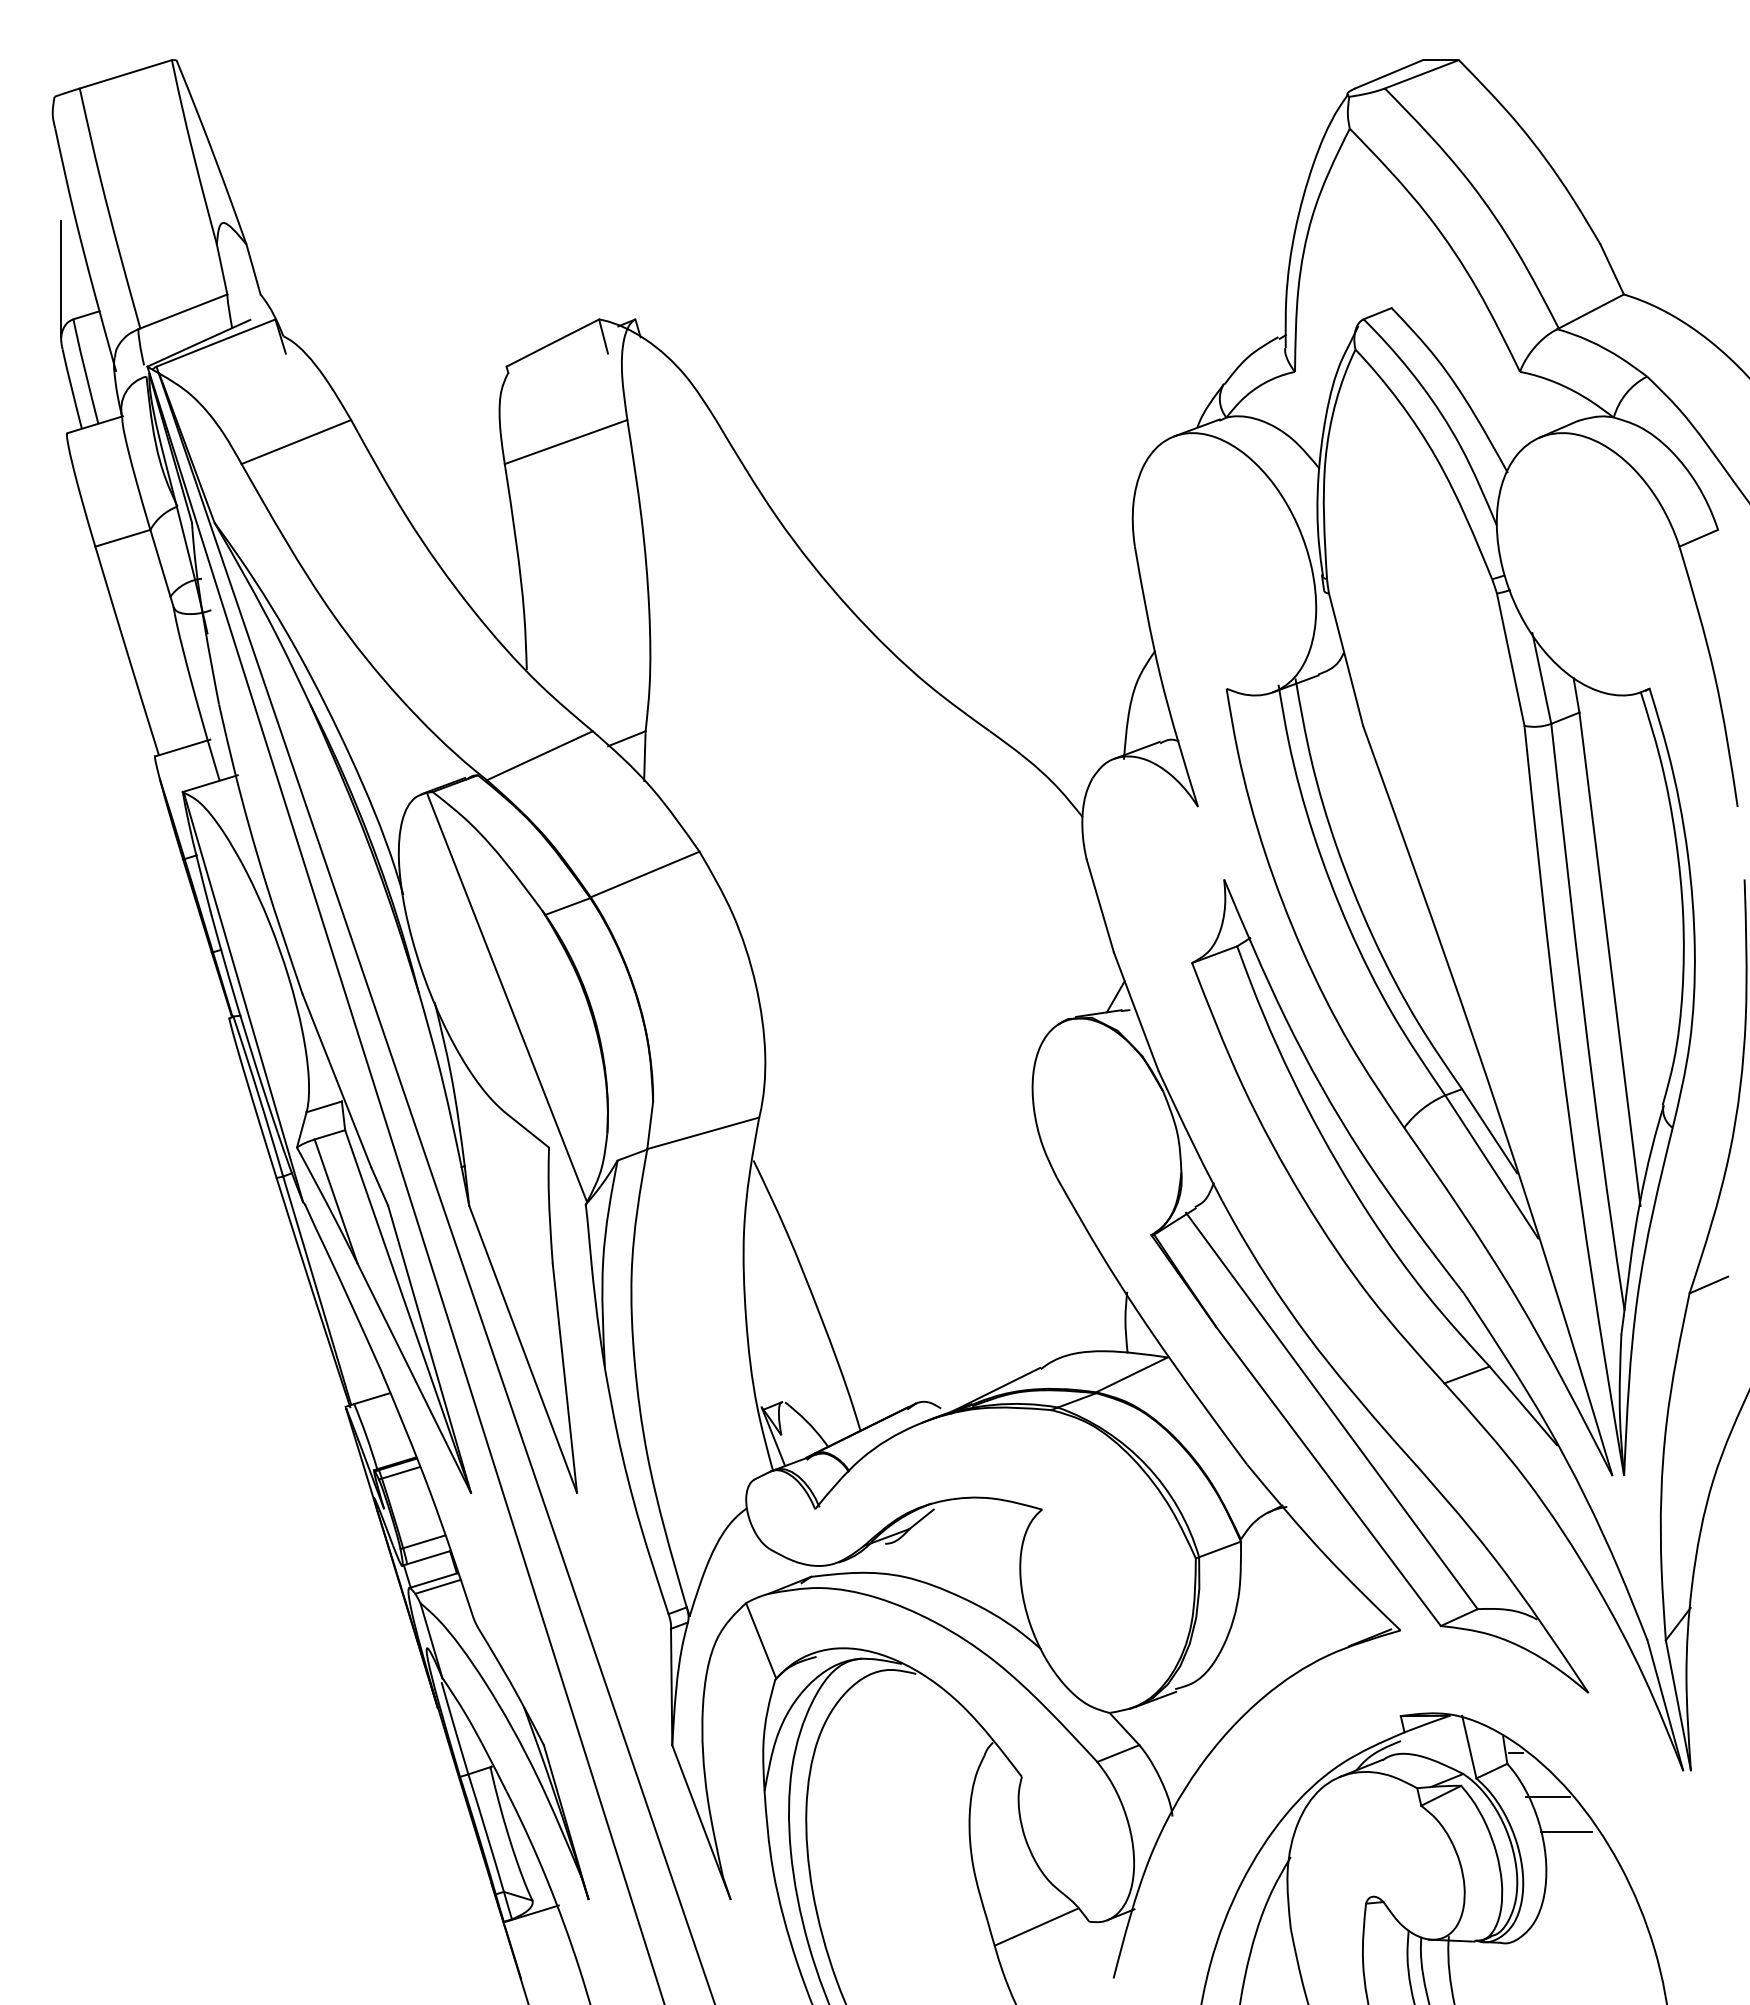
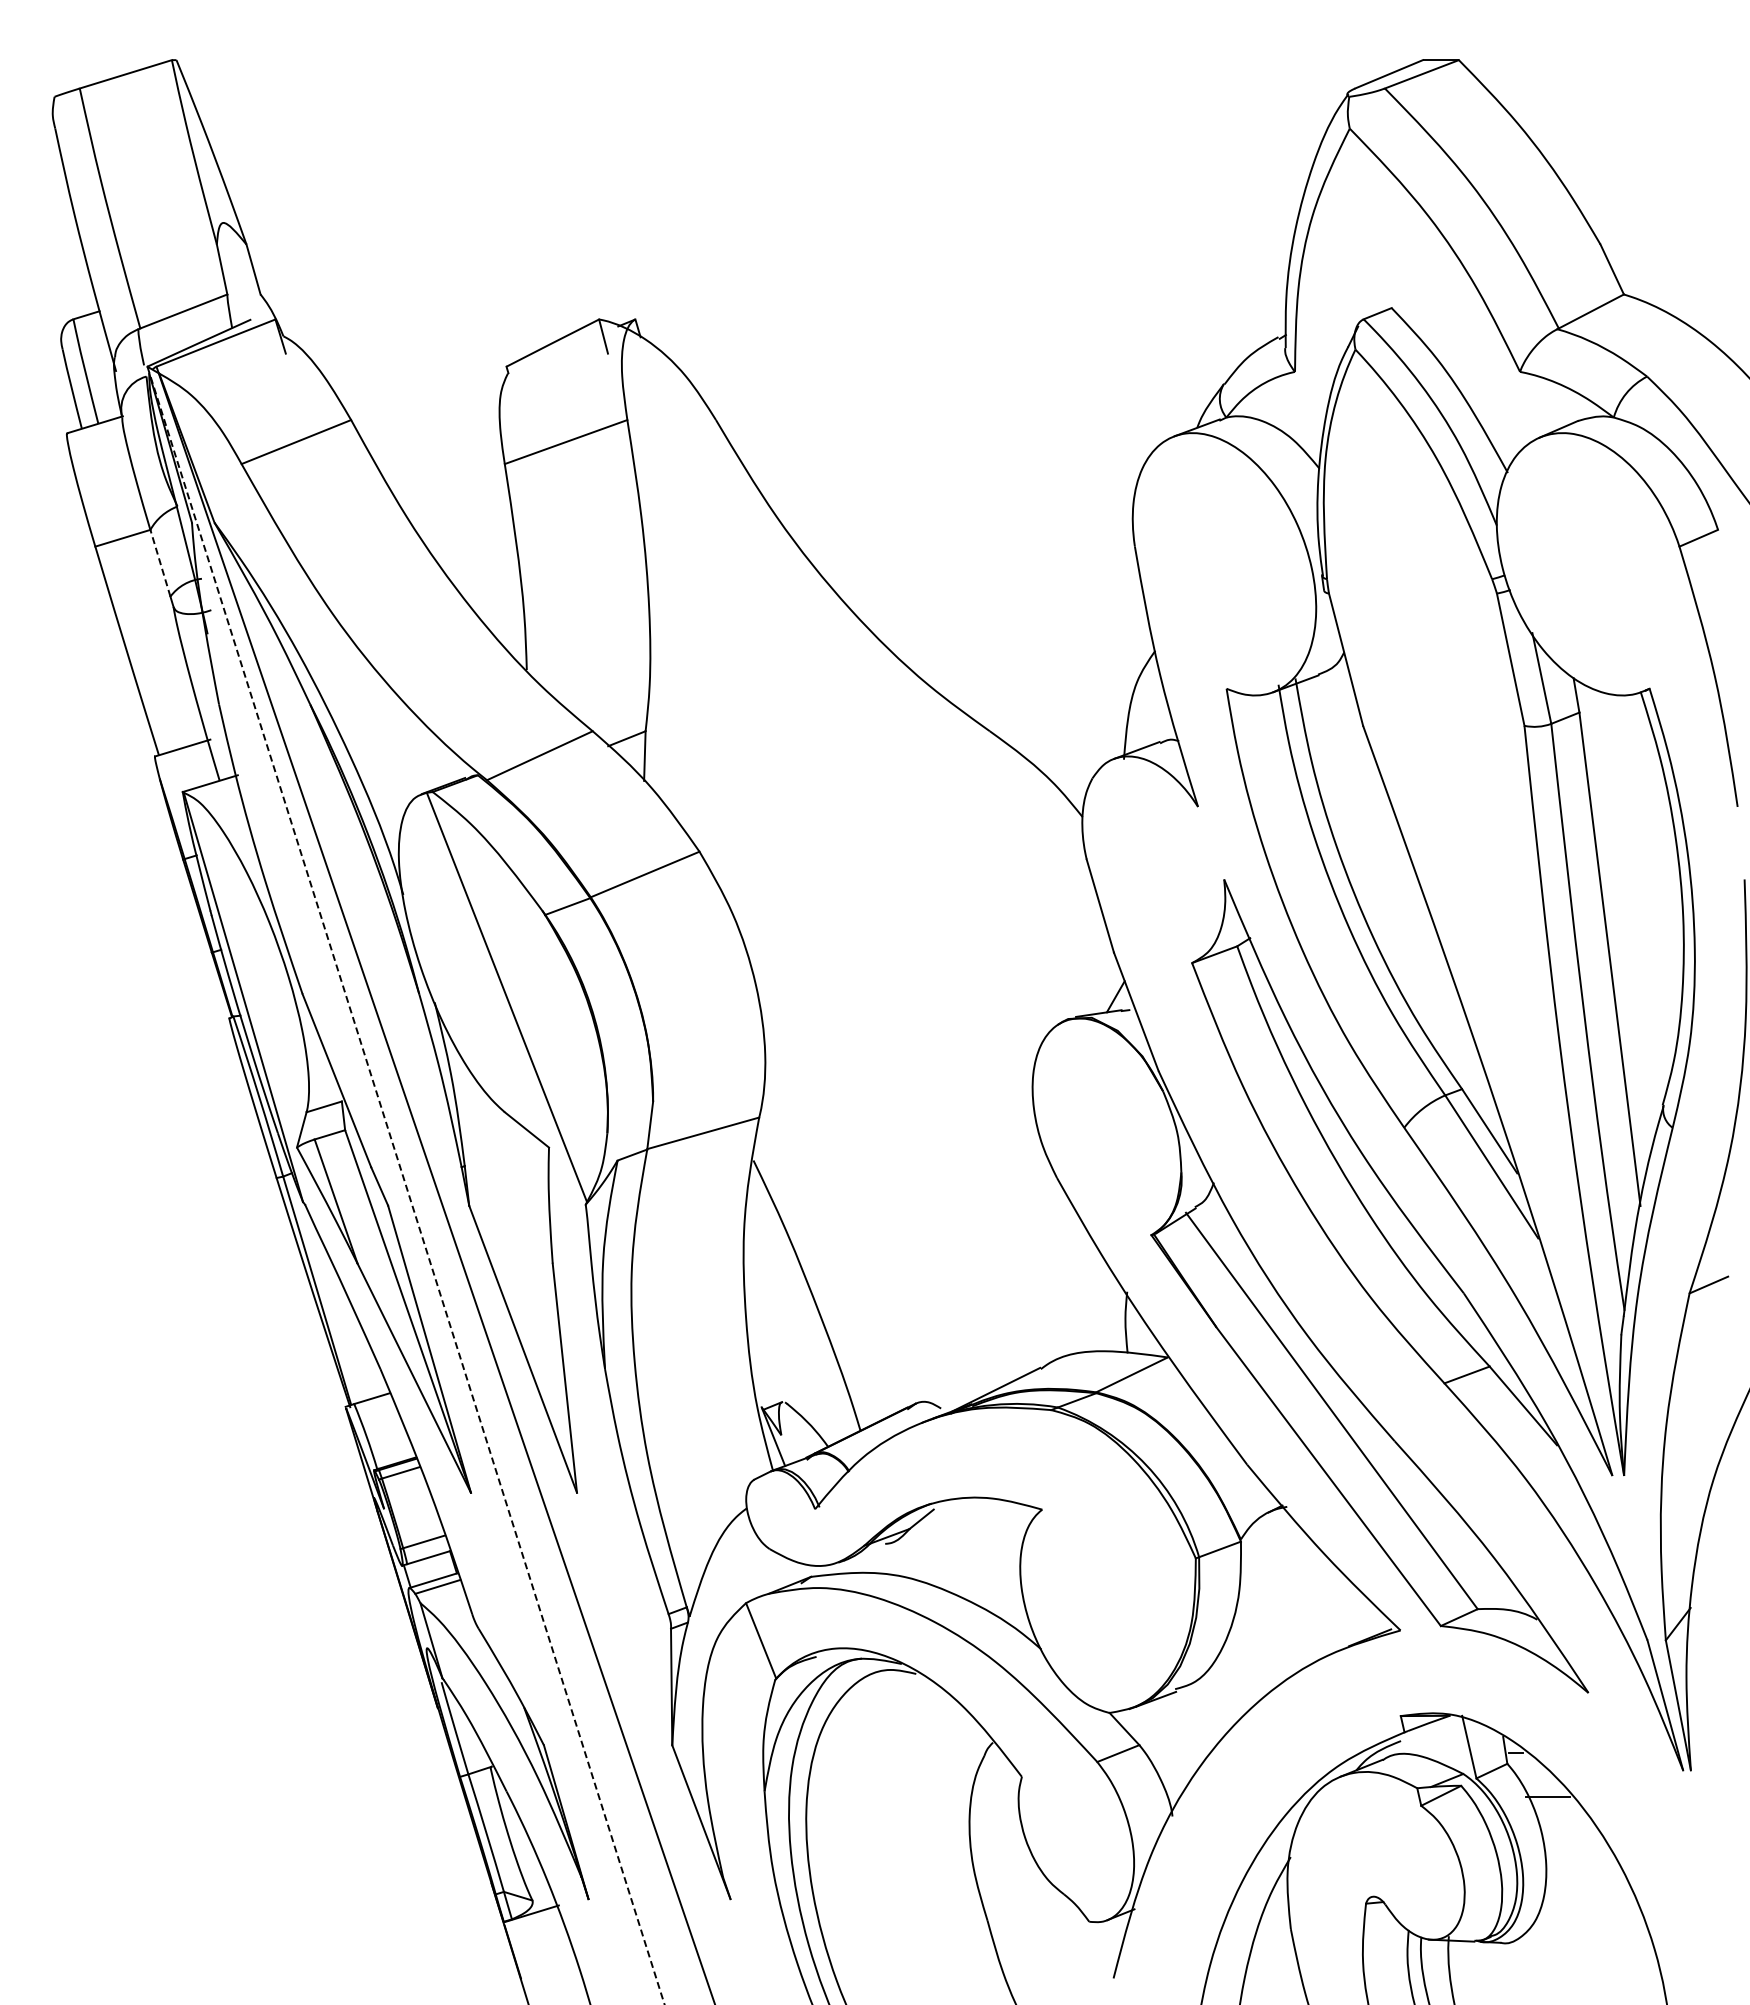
line at (61, 278): present -> none
line at (160, 563): solid -> dashed
line at (406, 1185): solid -> dashed
line at (1566, 1831): present -> none
line at (1036, 1926): present -> none
